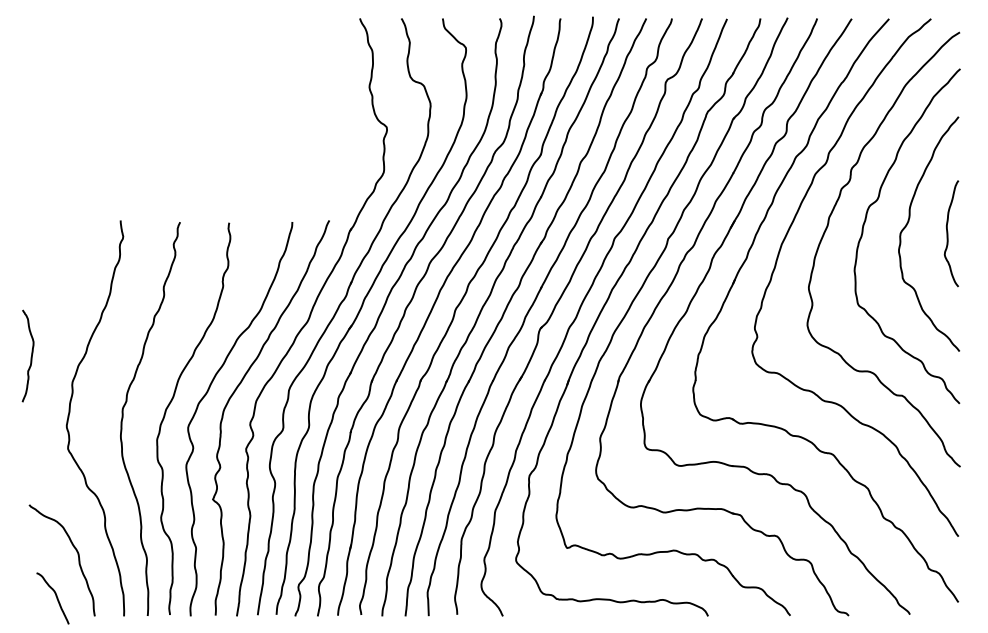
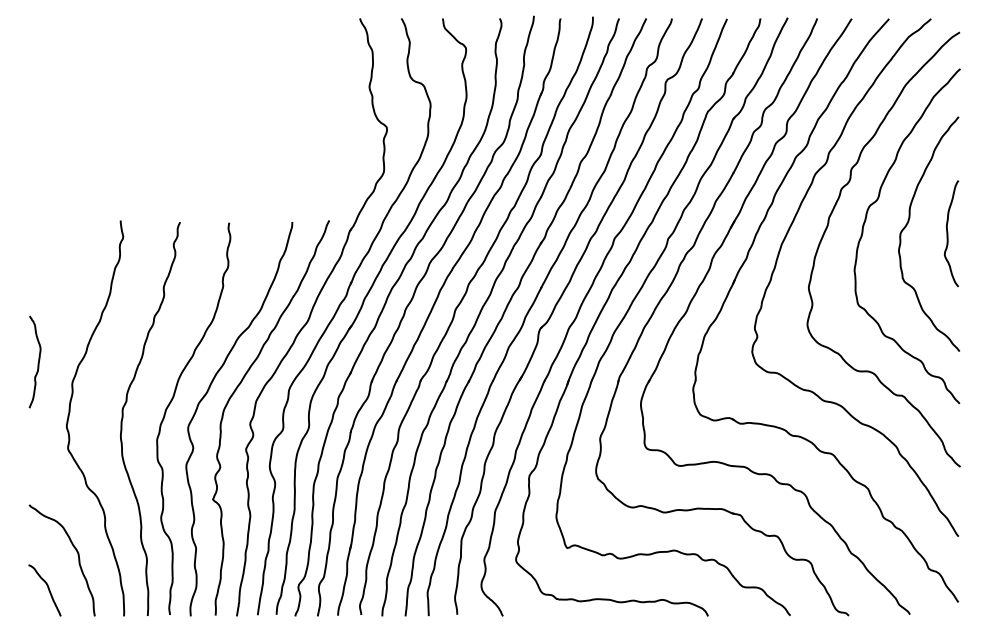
curve at (30, 357) position: (30, 357) -> (37, 363)
curve at (55, 596) position: (55, 596) -> (47, 588)
